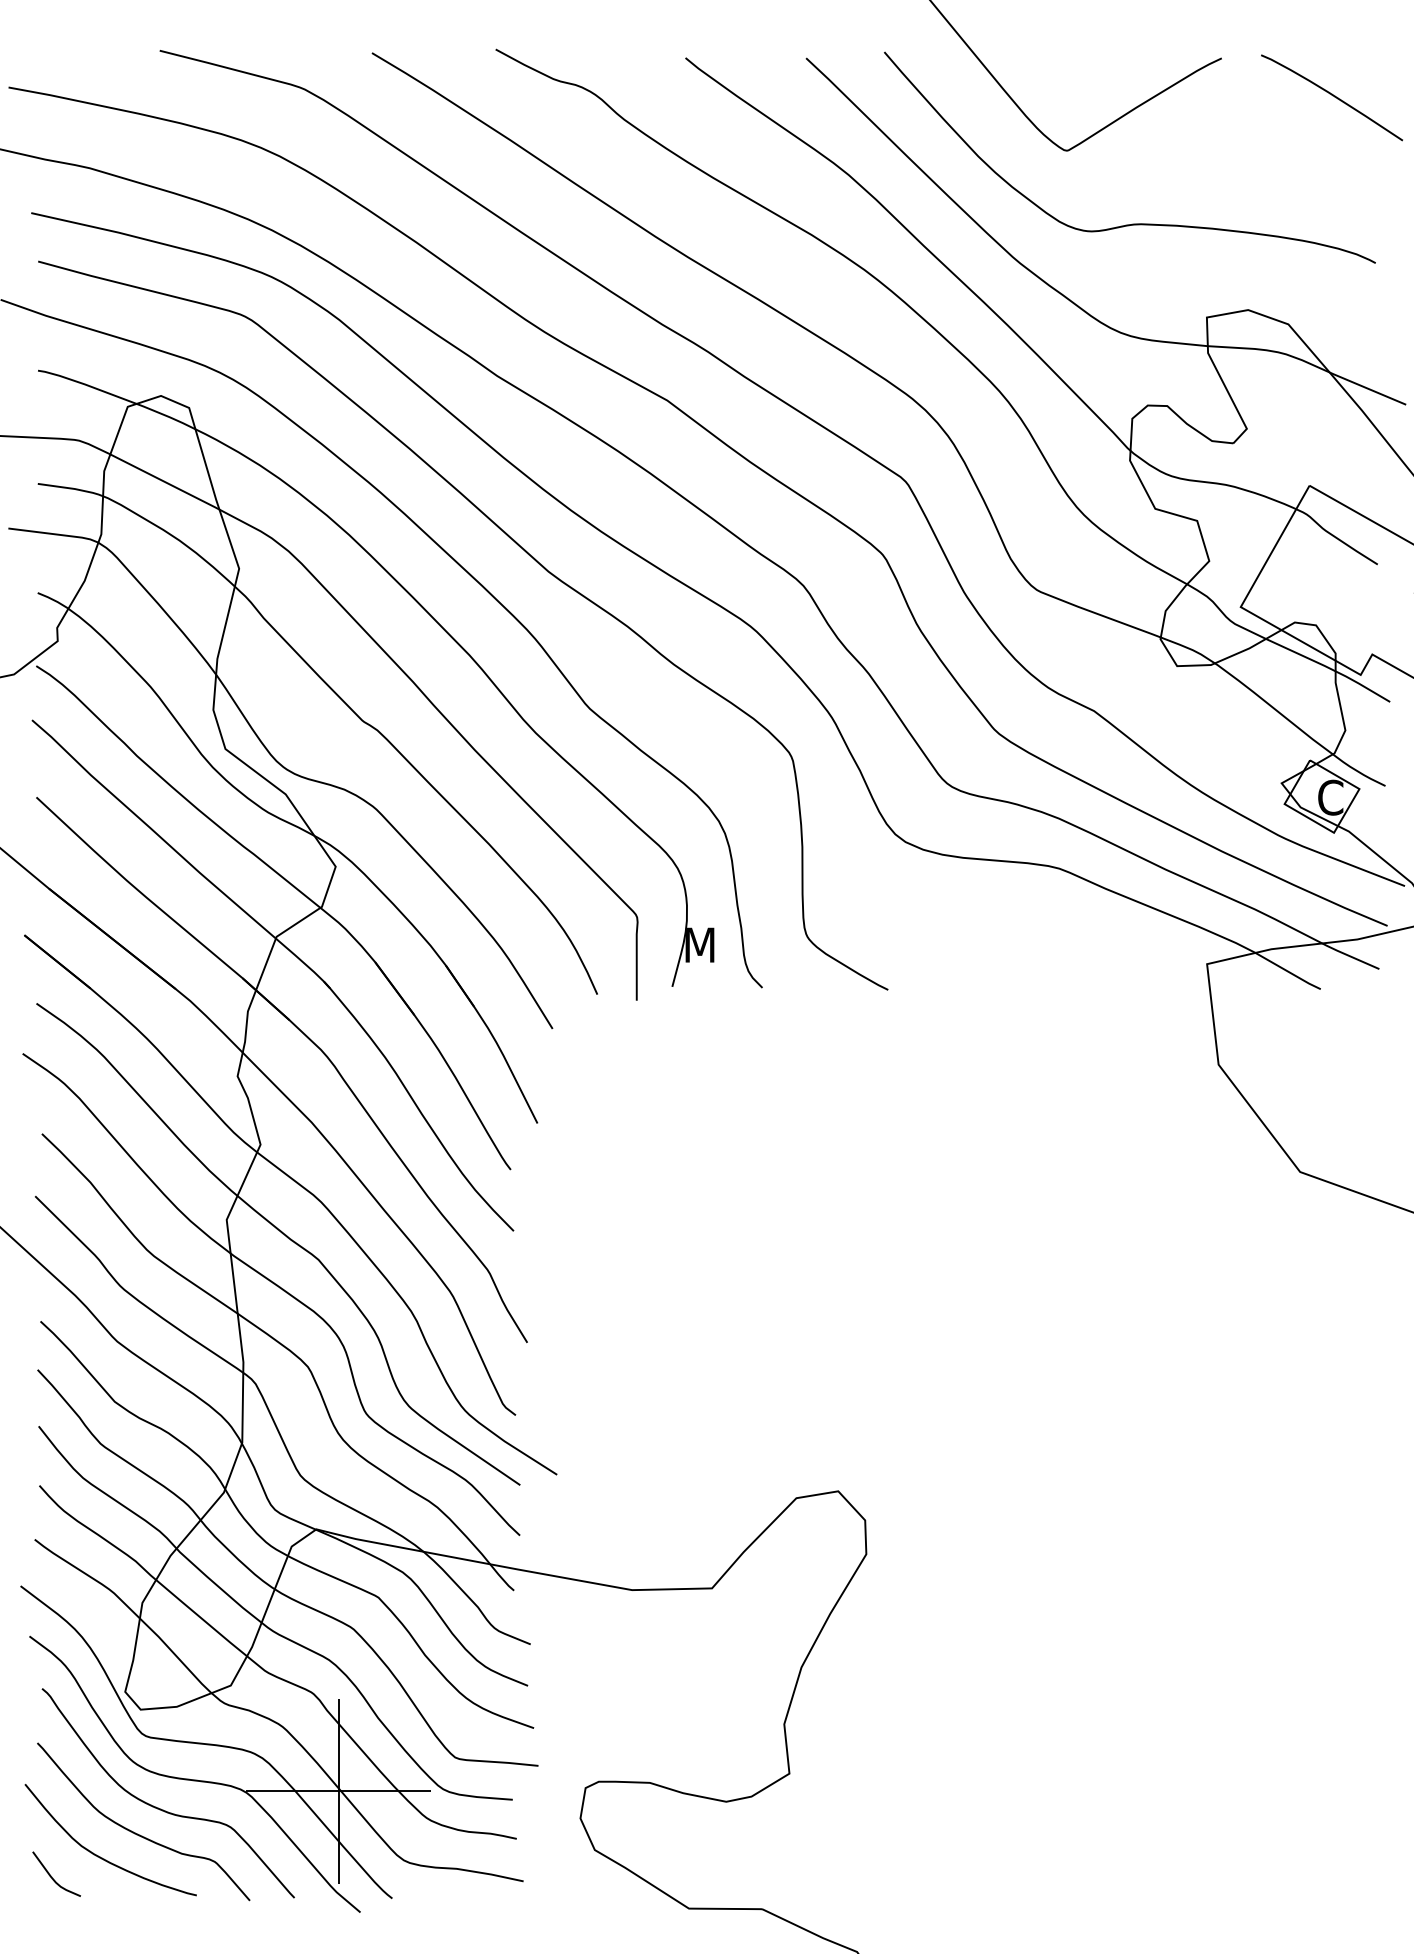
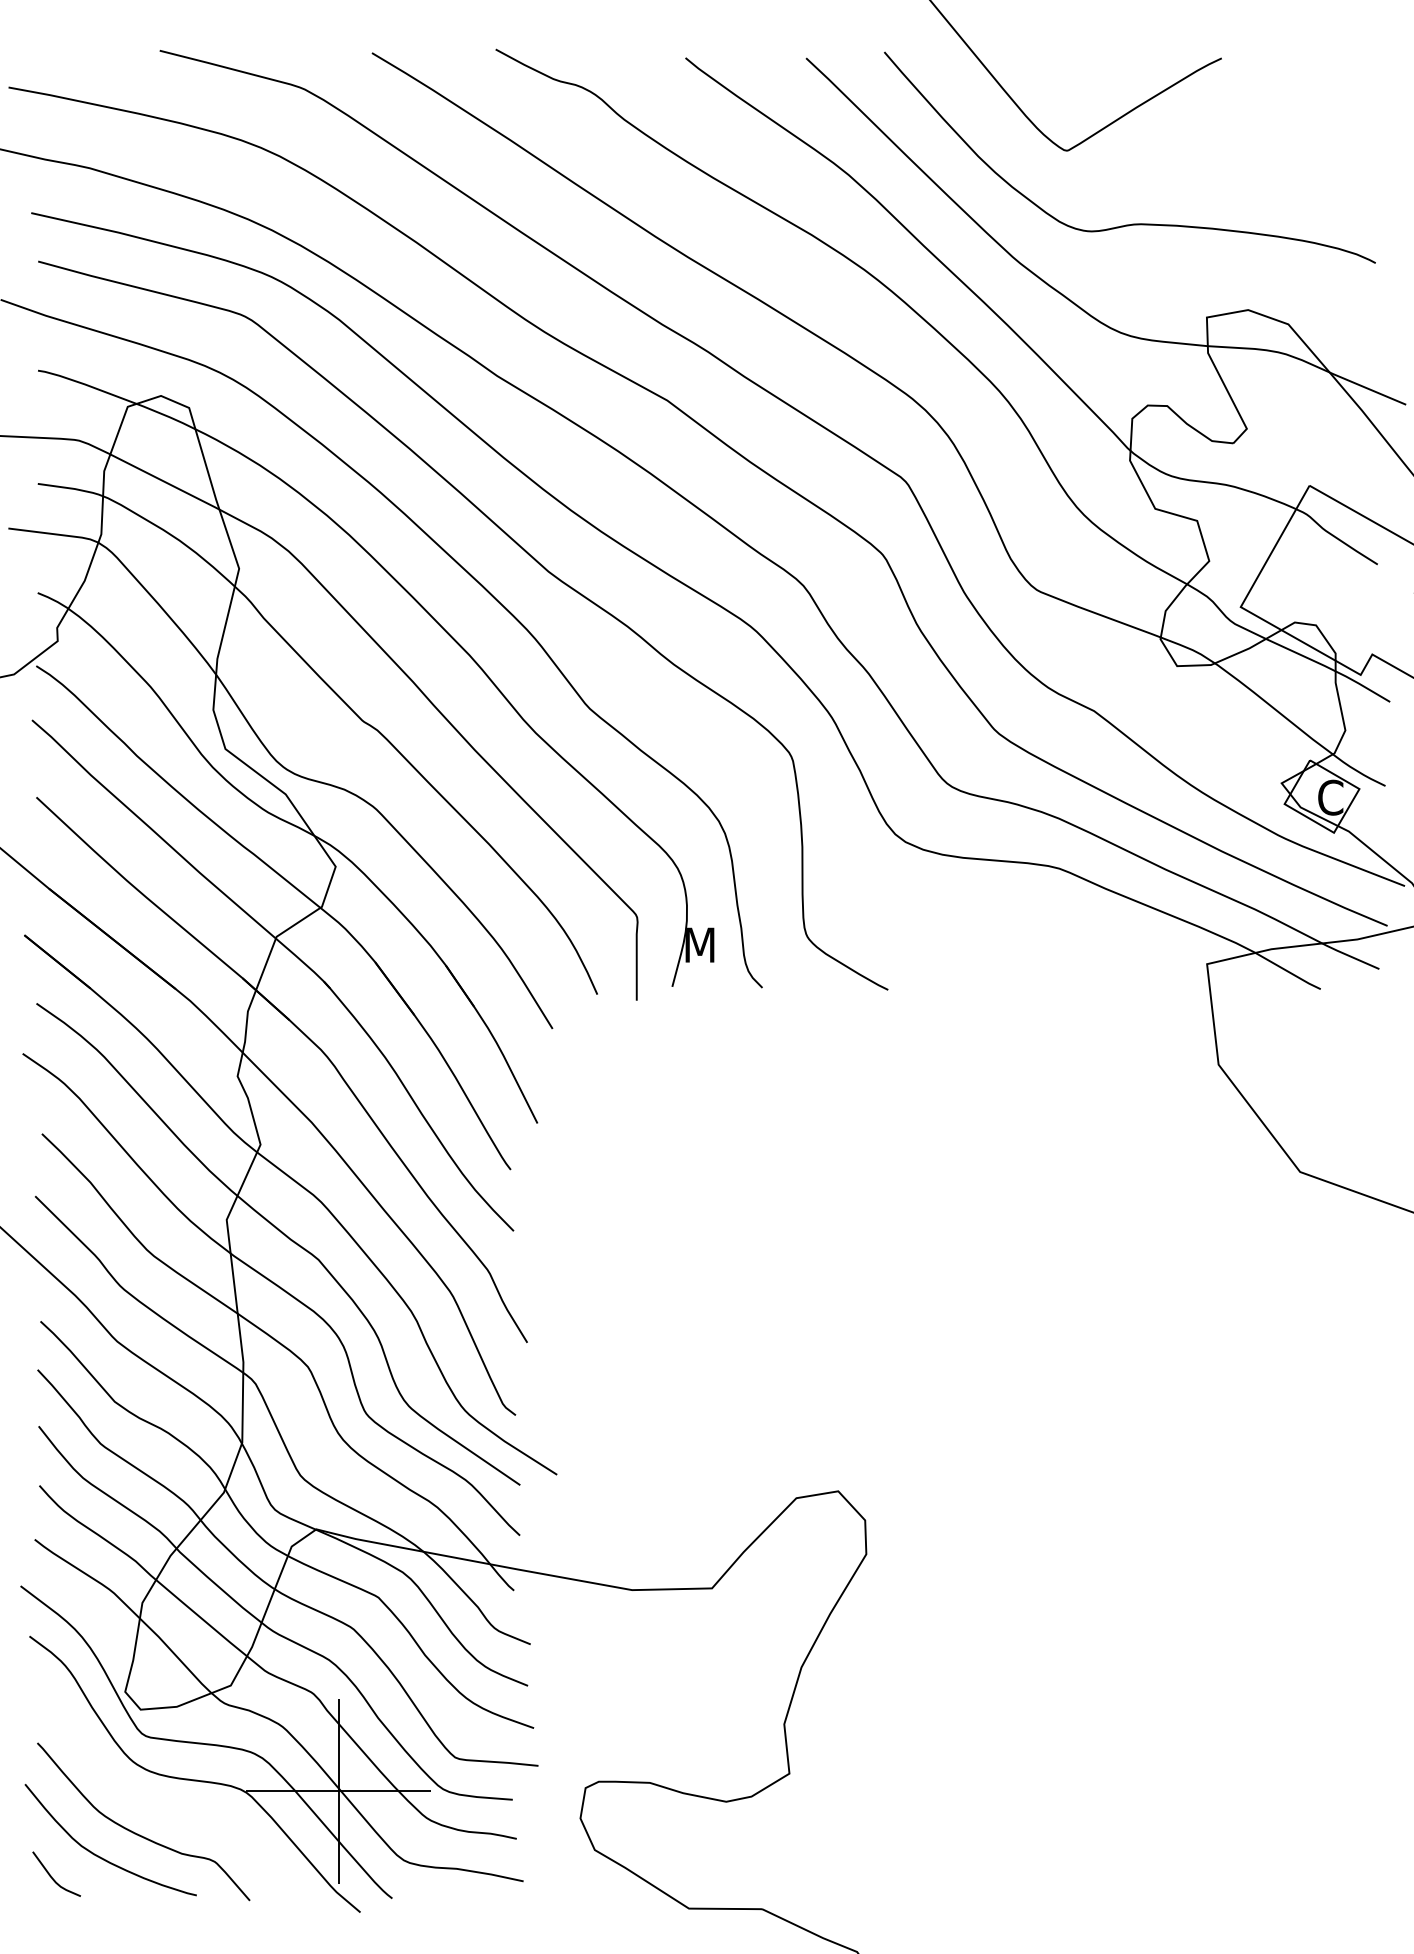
curve at (1332, 96): present -> none
curve at (163, 1809): present -> none
